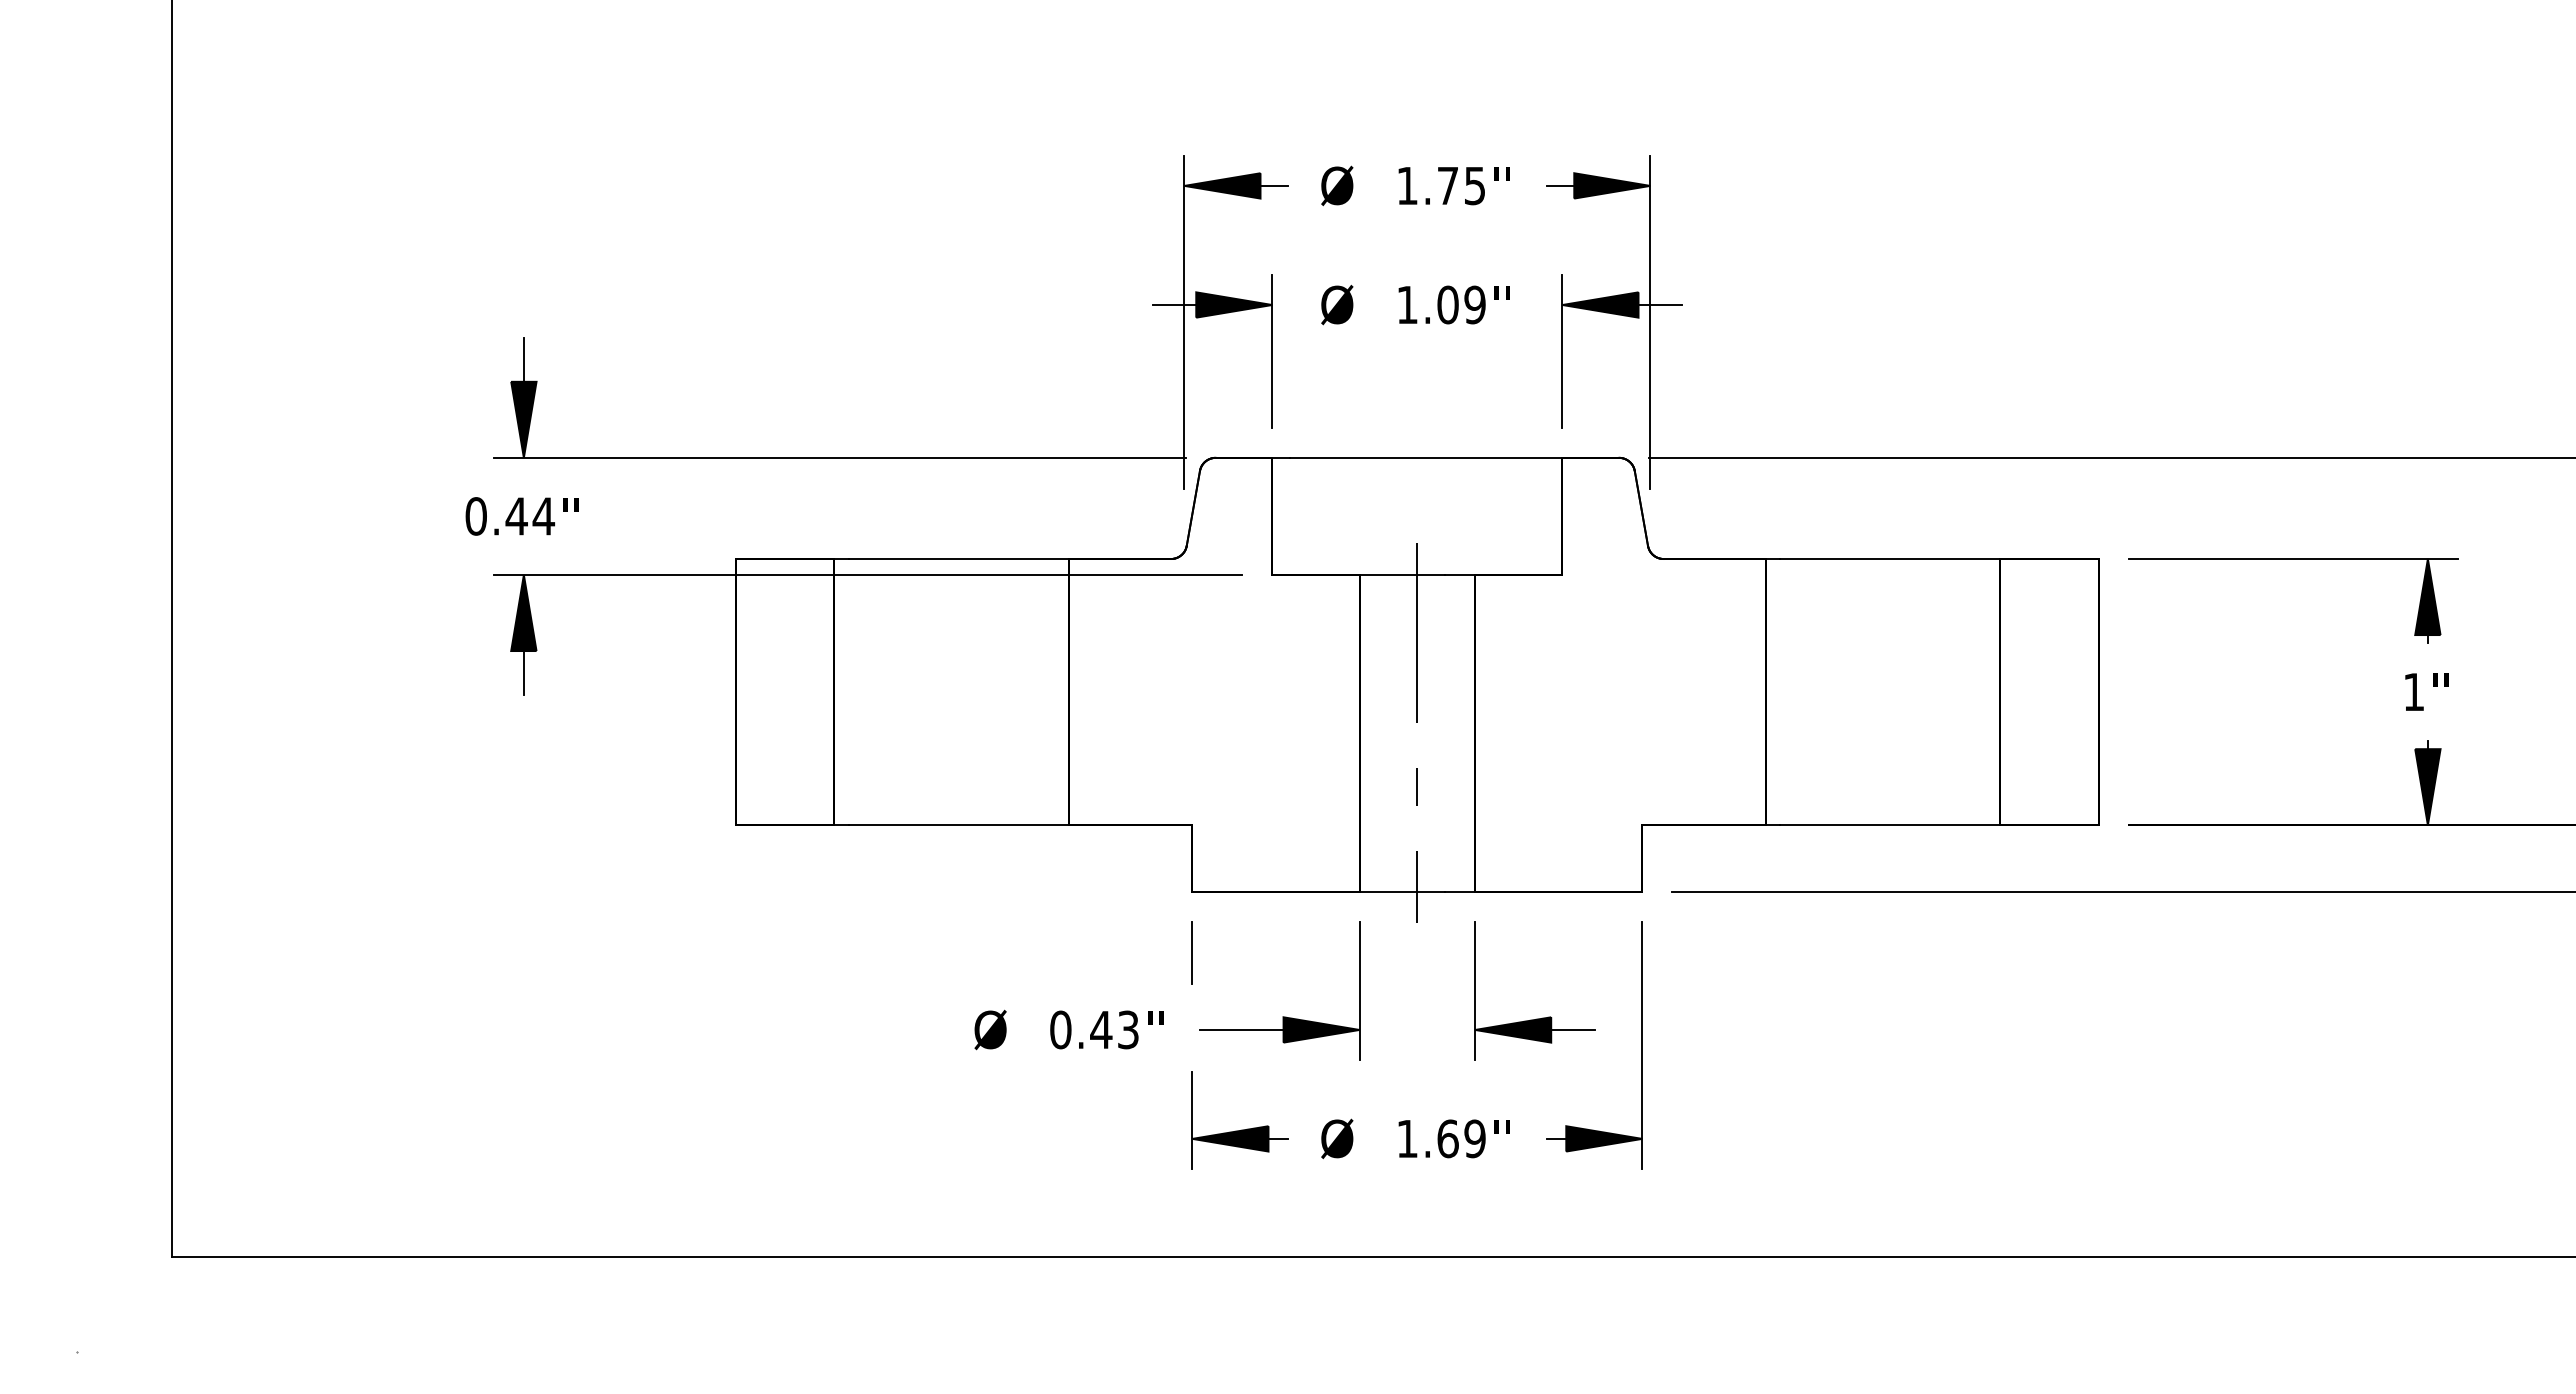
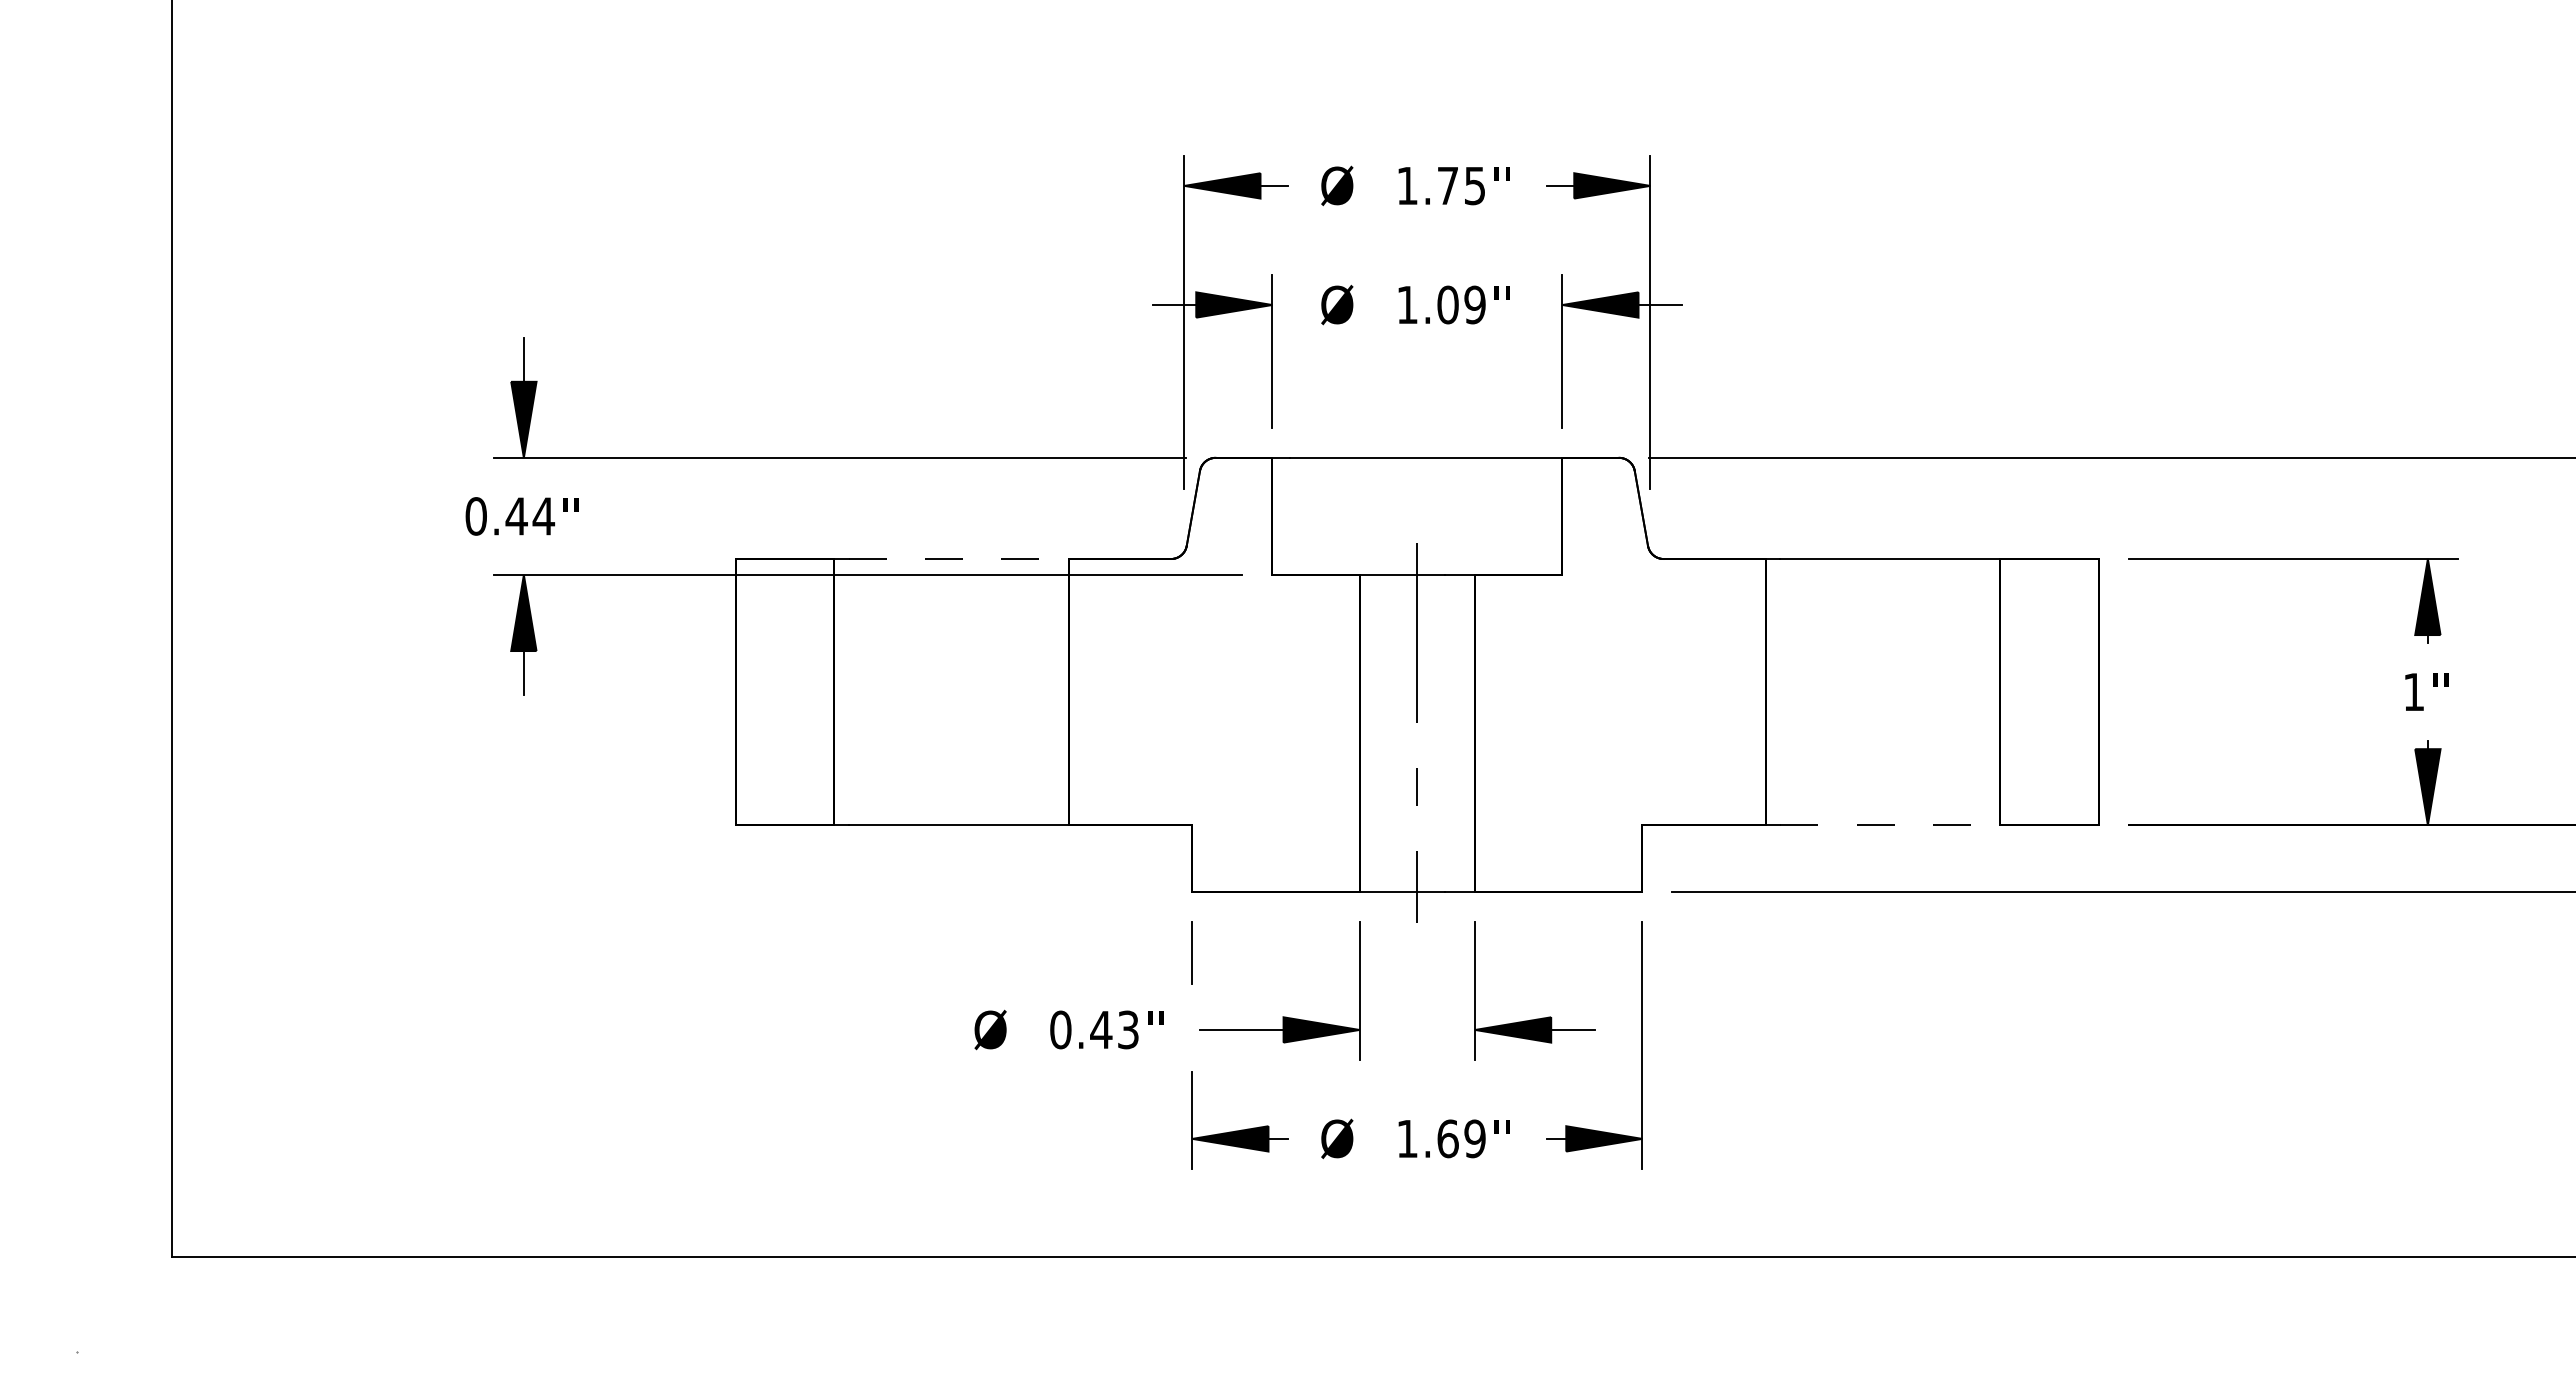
line at (958, 559): solid -> dashed
line at (1890, 825): solid -> dashed
